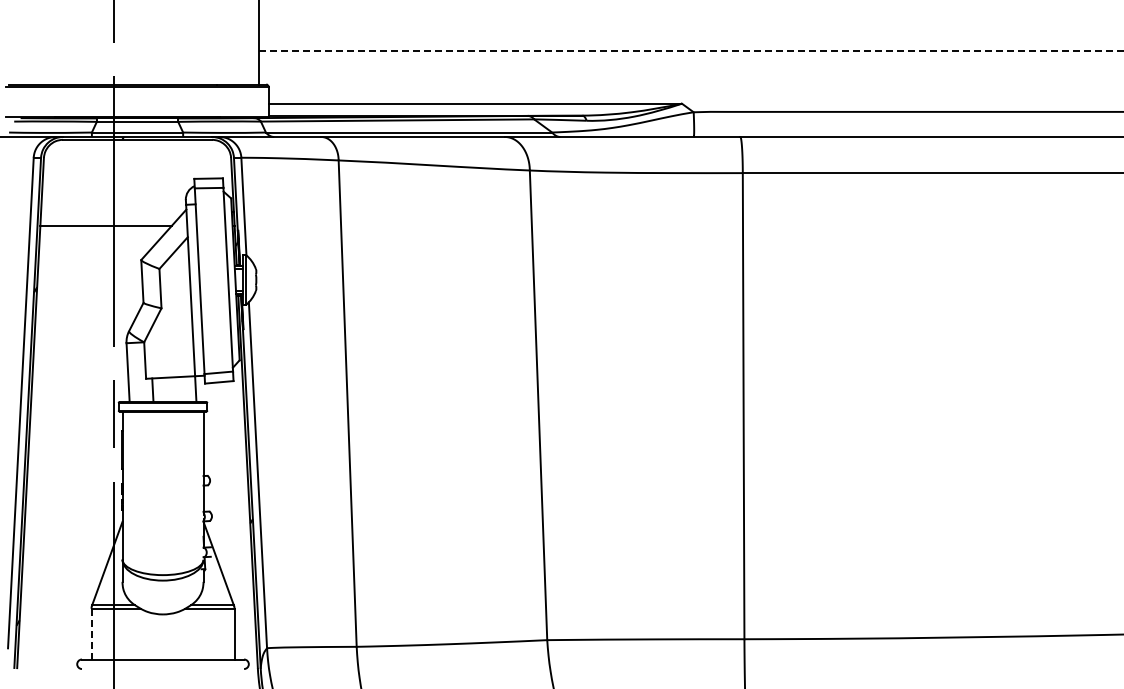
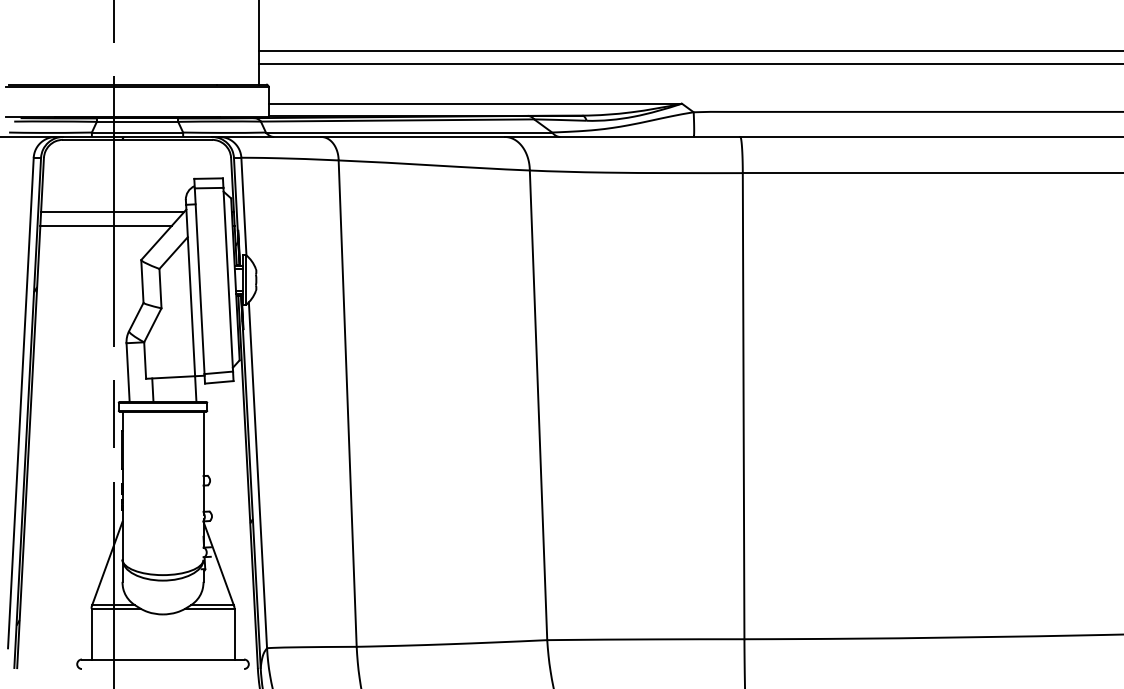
line at (690, 51): dashed -> solid
line at (689, 63): none -> present
line at (112, 211): none -> present
line at (91, 633): dashed -> solid
